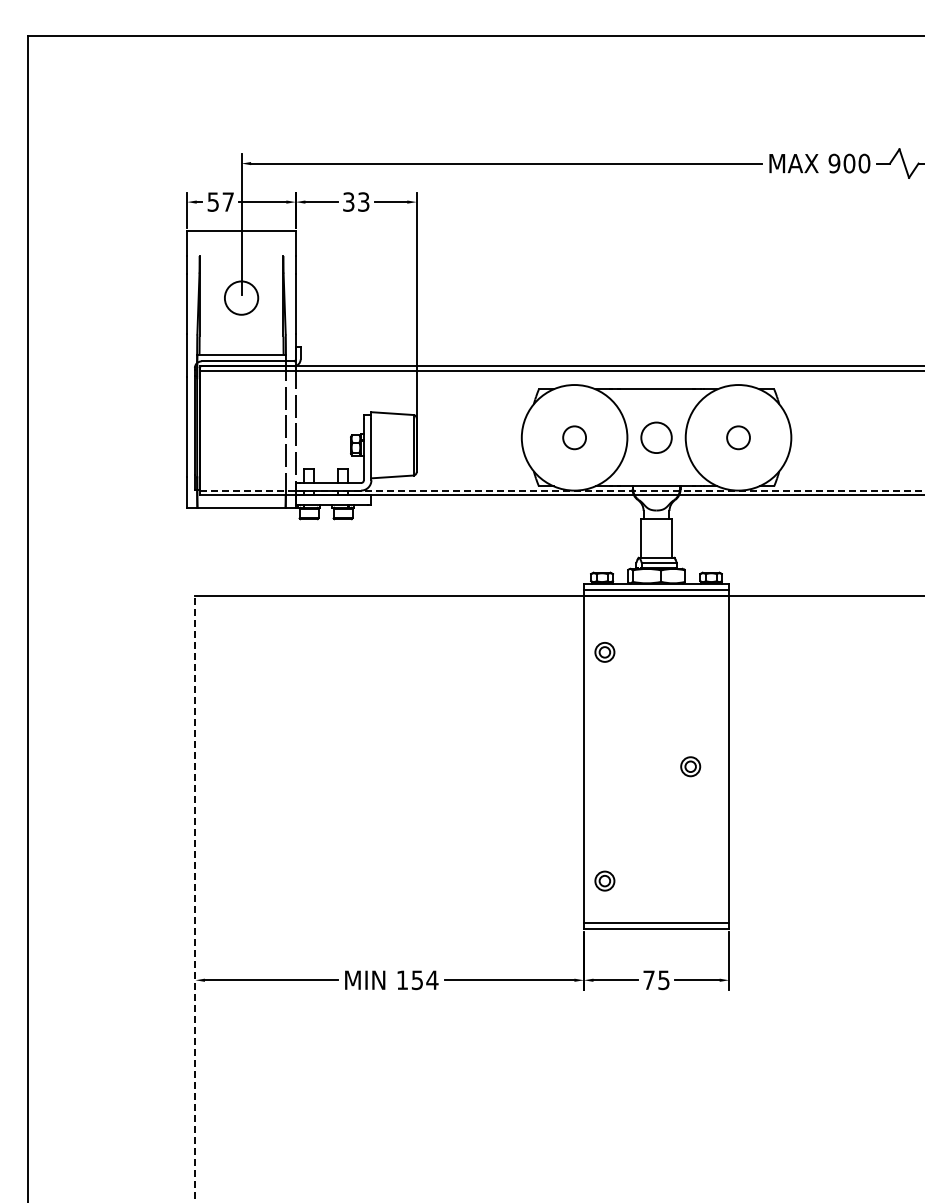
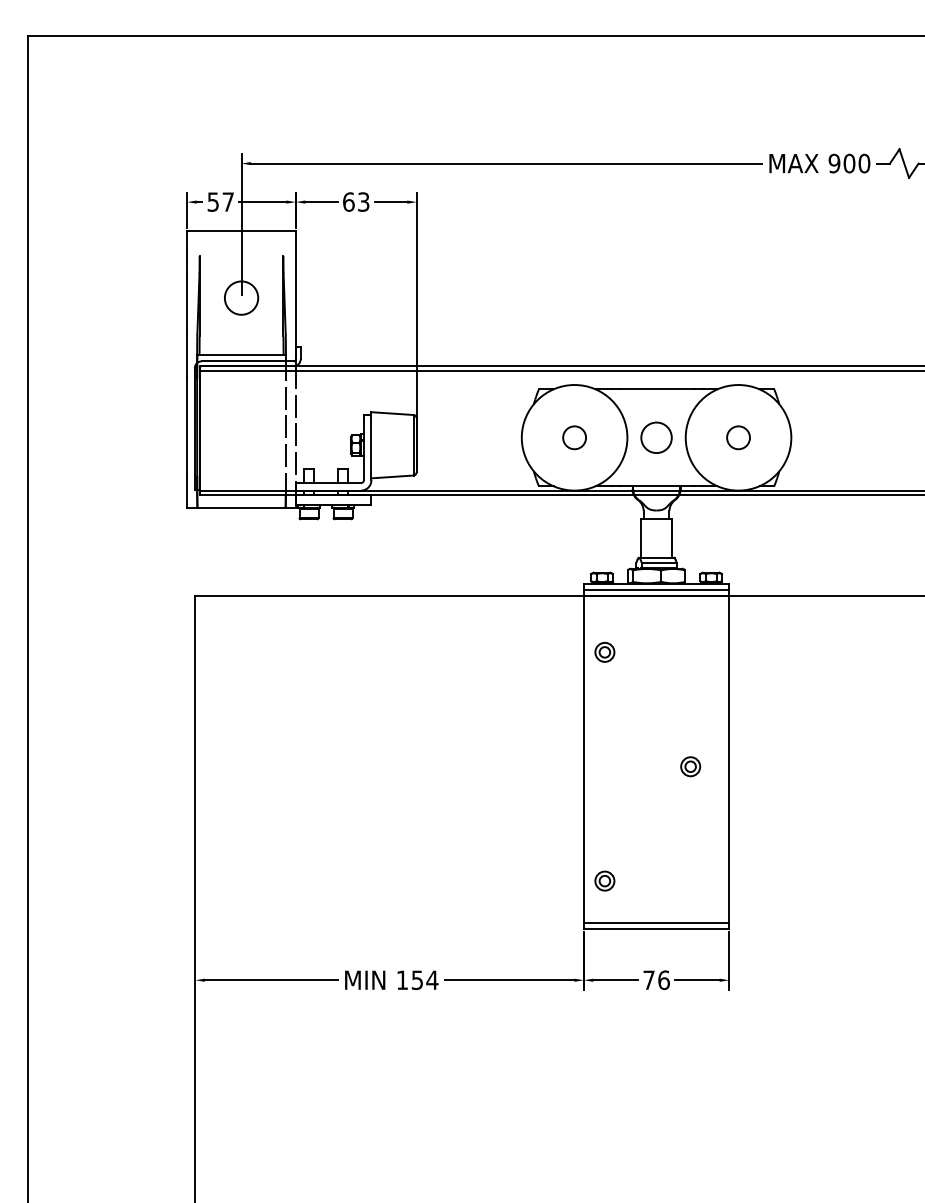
text at (348, 201): 33 -> 63
line at (562, 490): dashed -> solid
line at (195, 898): dashed -> solid
text at (663, 980): 75 -> 76
